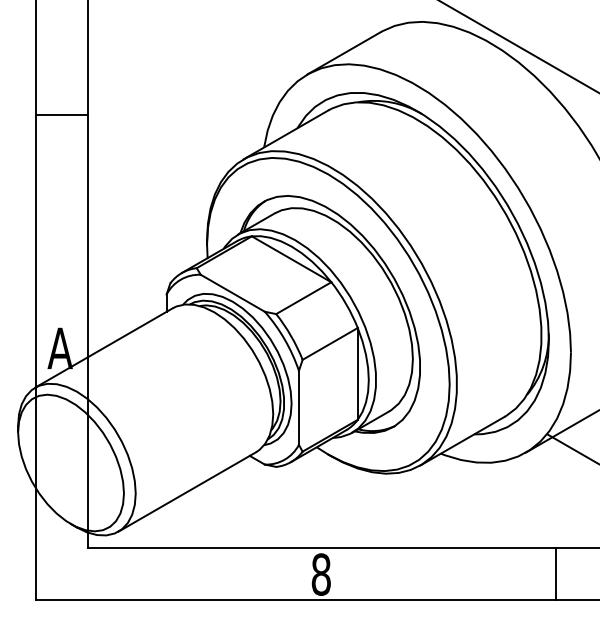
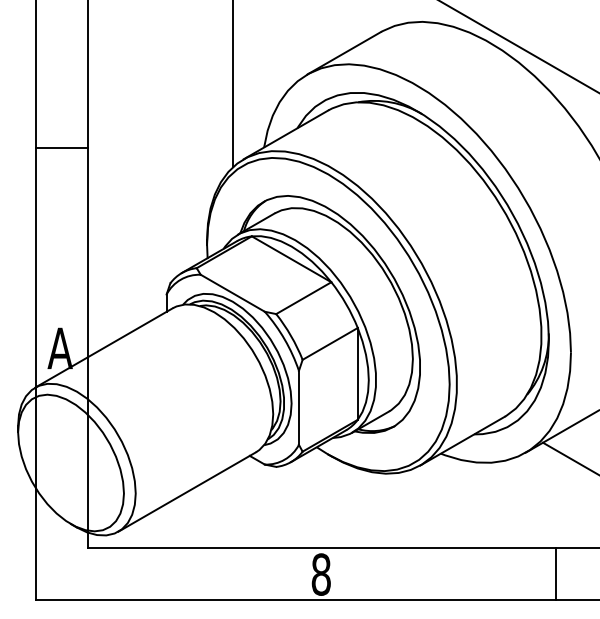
line at (232, 84): none -> present
line at (61, 115) position: (61, 115) -> (61, 148)
line at (572, 448) position: (572, 448) -> (569, 457)
